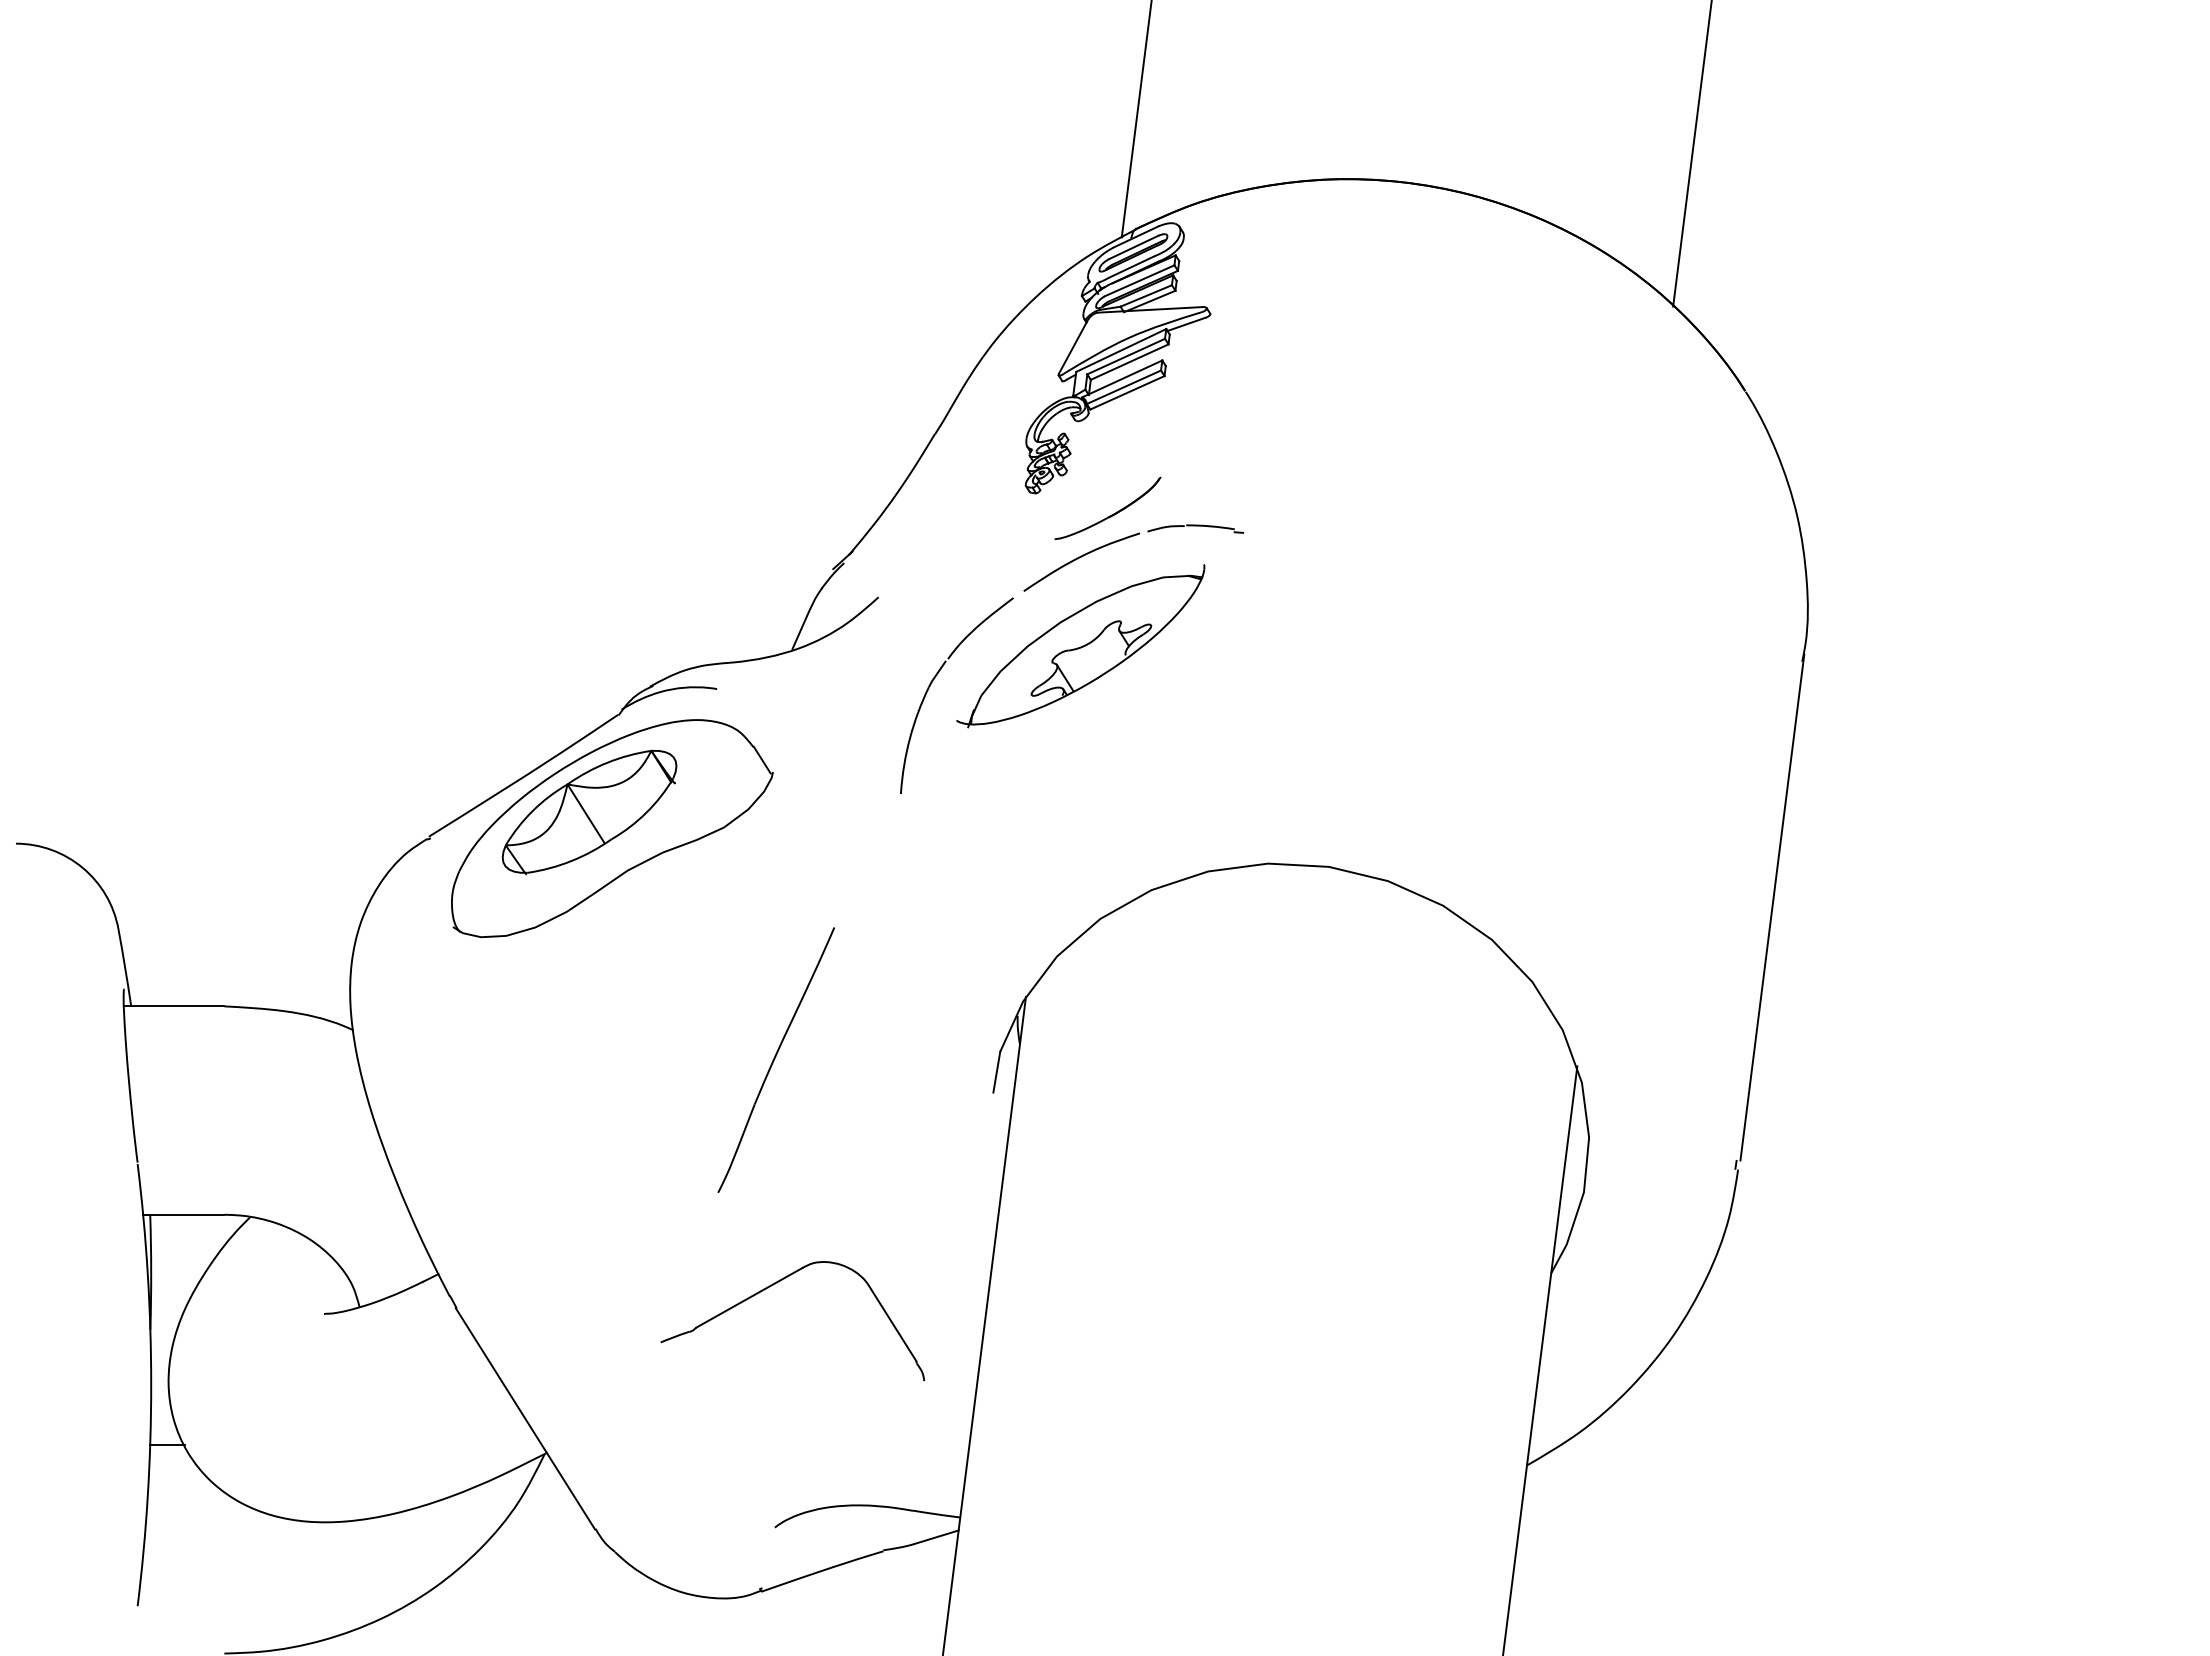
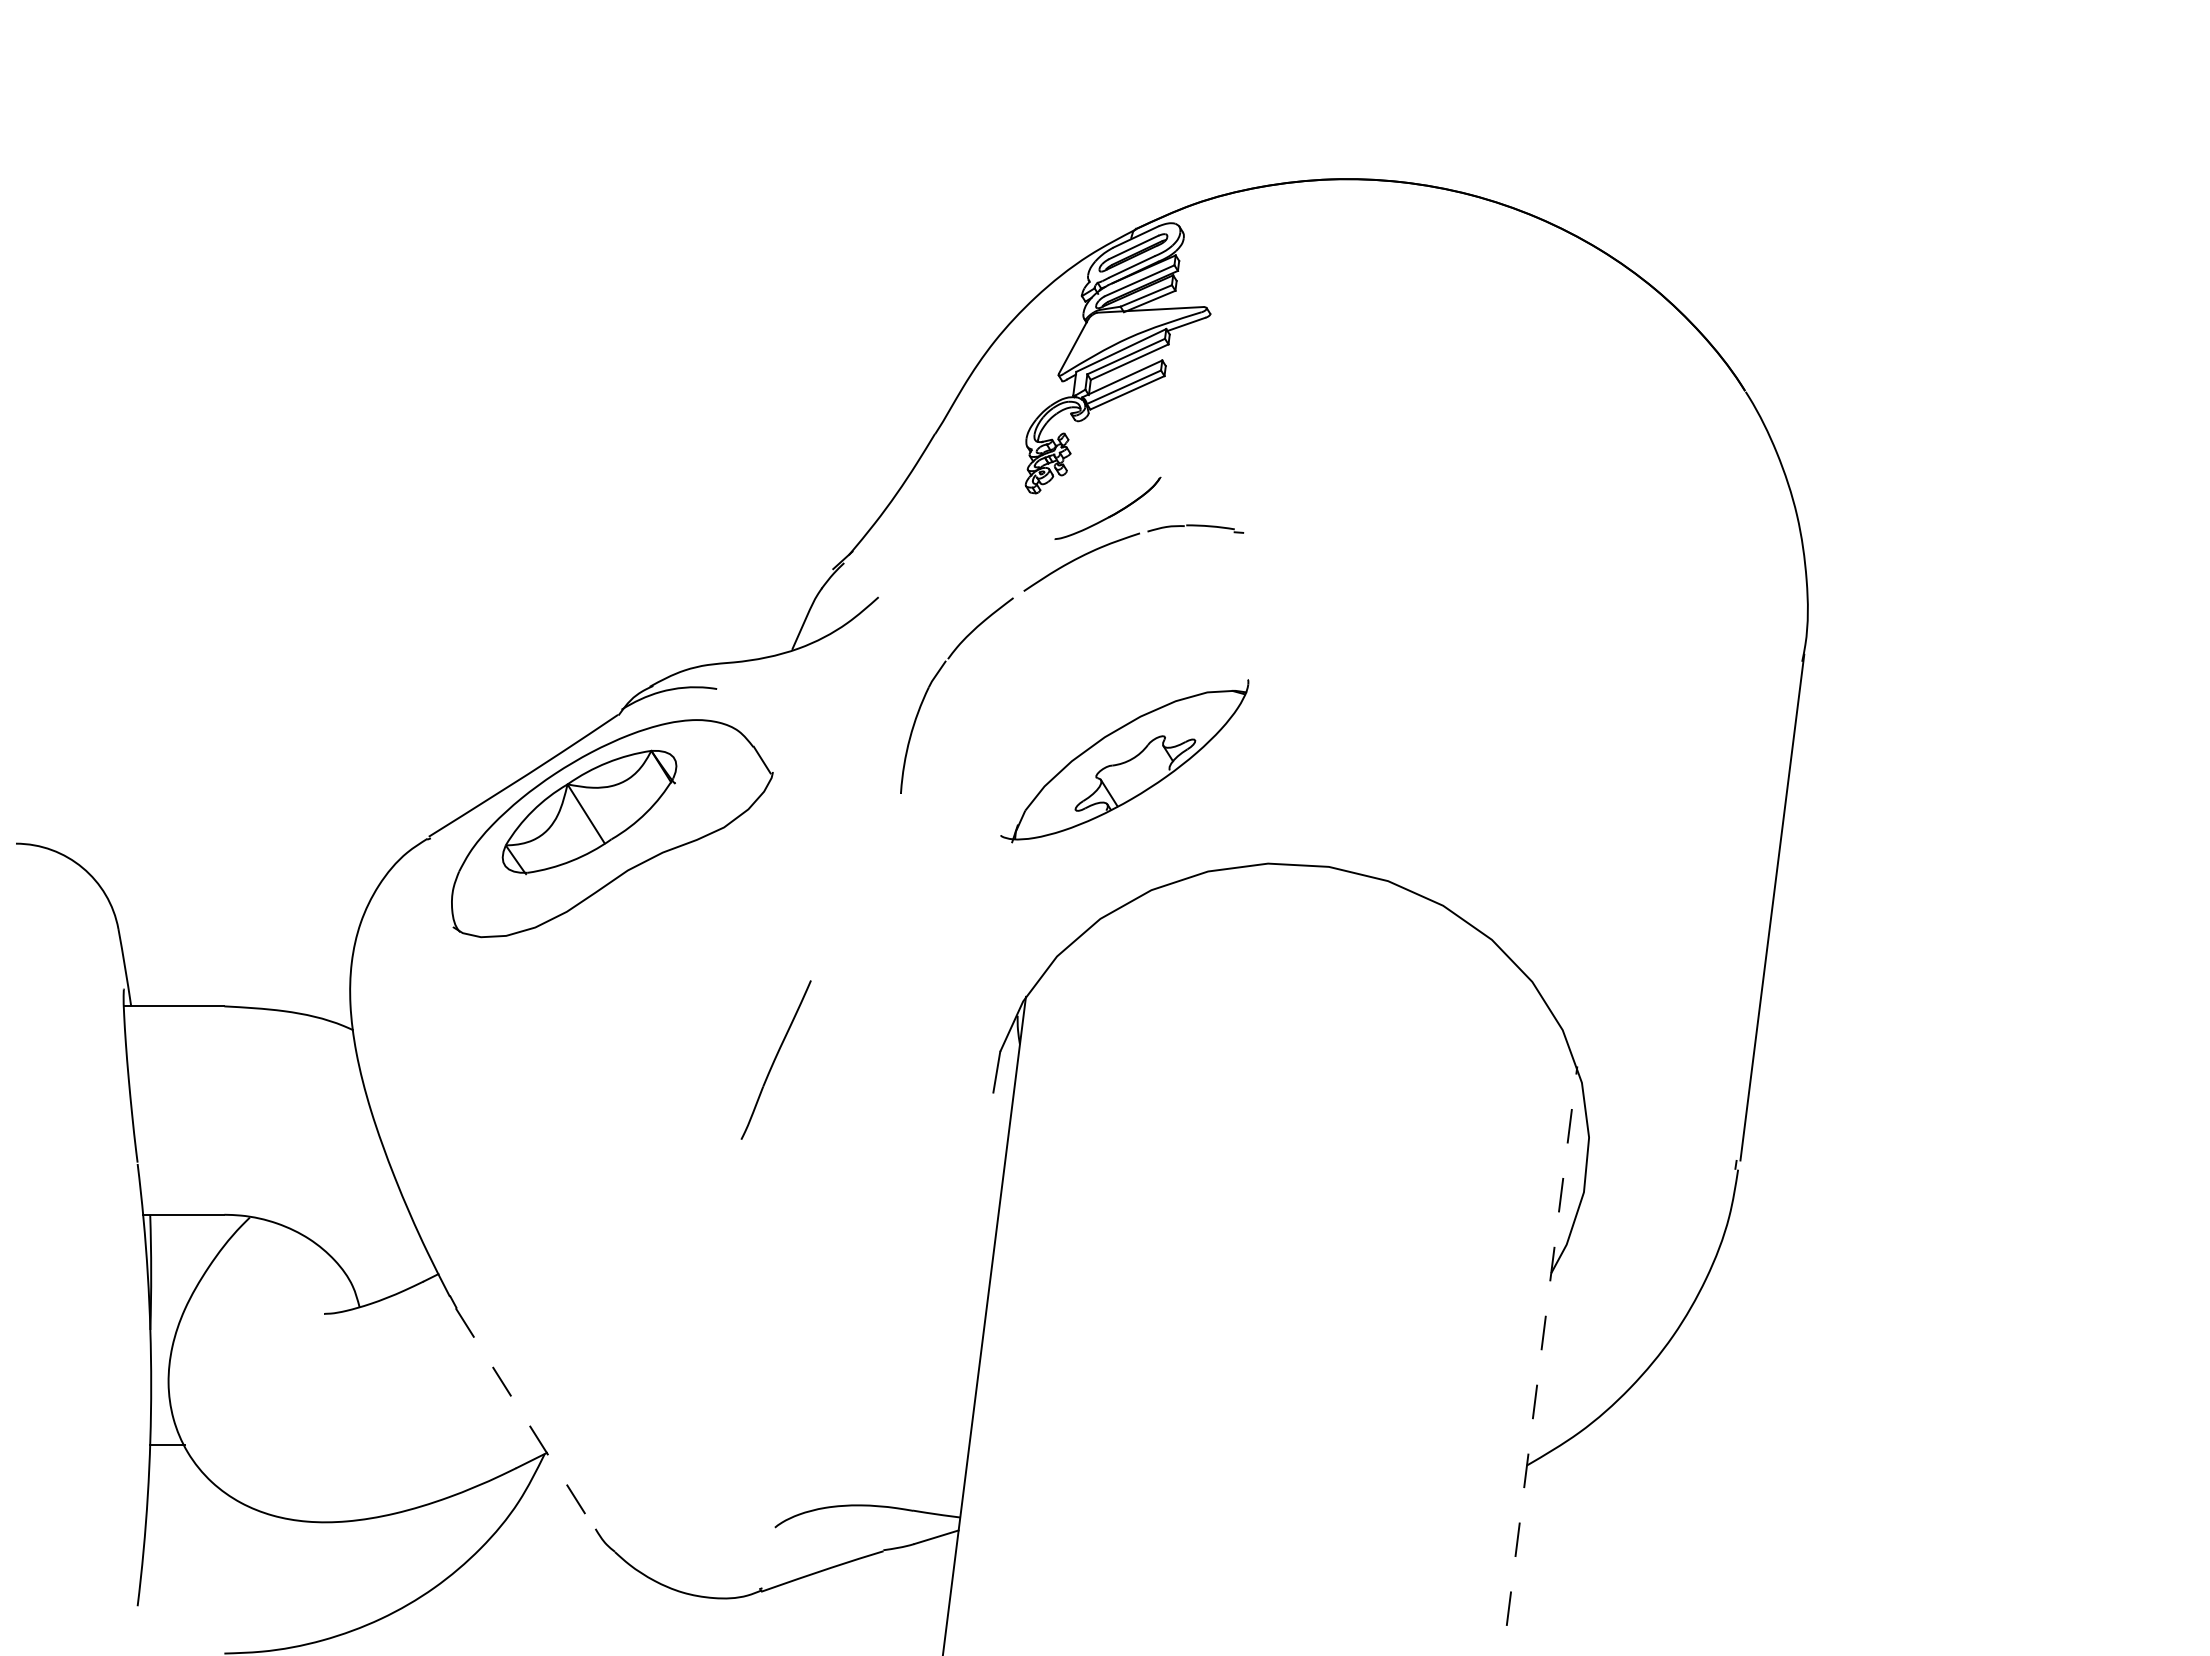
line at (1136, 119): present -> none
line at (1692, 154): present -> none
part at (1080, 646) position: (1080, 646) -> (1124, 761)
part at (775, 1059) size: 118x266 px -> 72x160 px
part at (773, 1285): present -> none
line at (1540, 1361): solid -> dashed
line at (525, 1418): solid -> dashed
